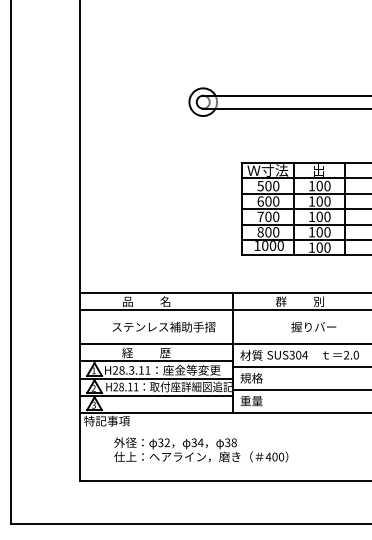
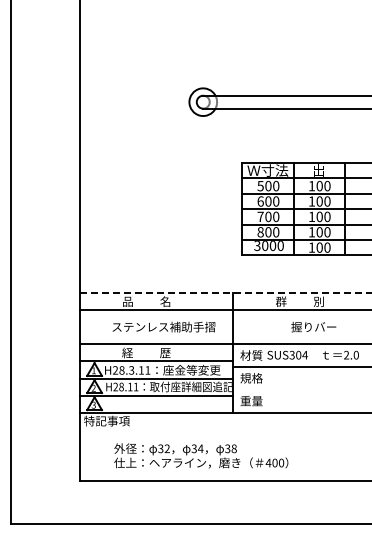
text at (257, 246): 1000 -> 3000
line at (225, 293): solid -> dashed
line at (300, 389): present -> none
text at (201, 449) position: (201, 449) -> (201, 455)
